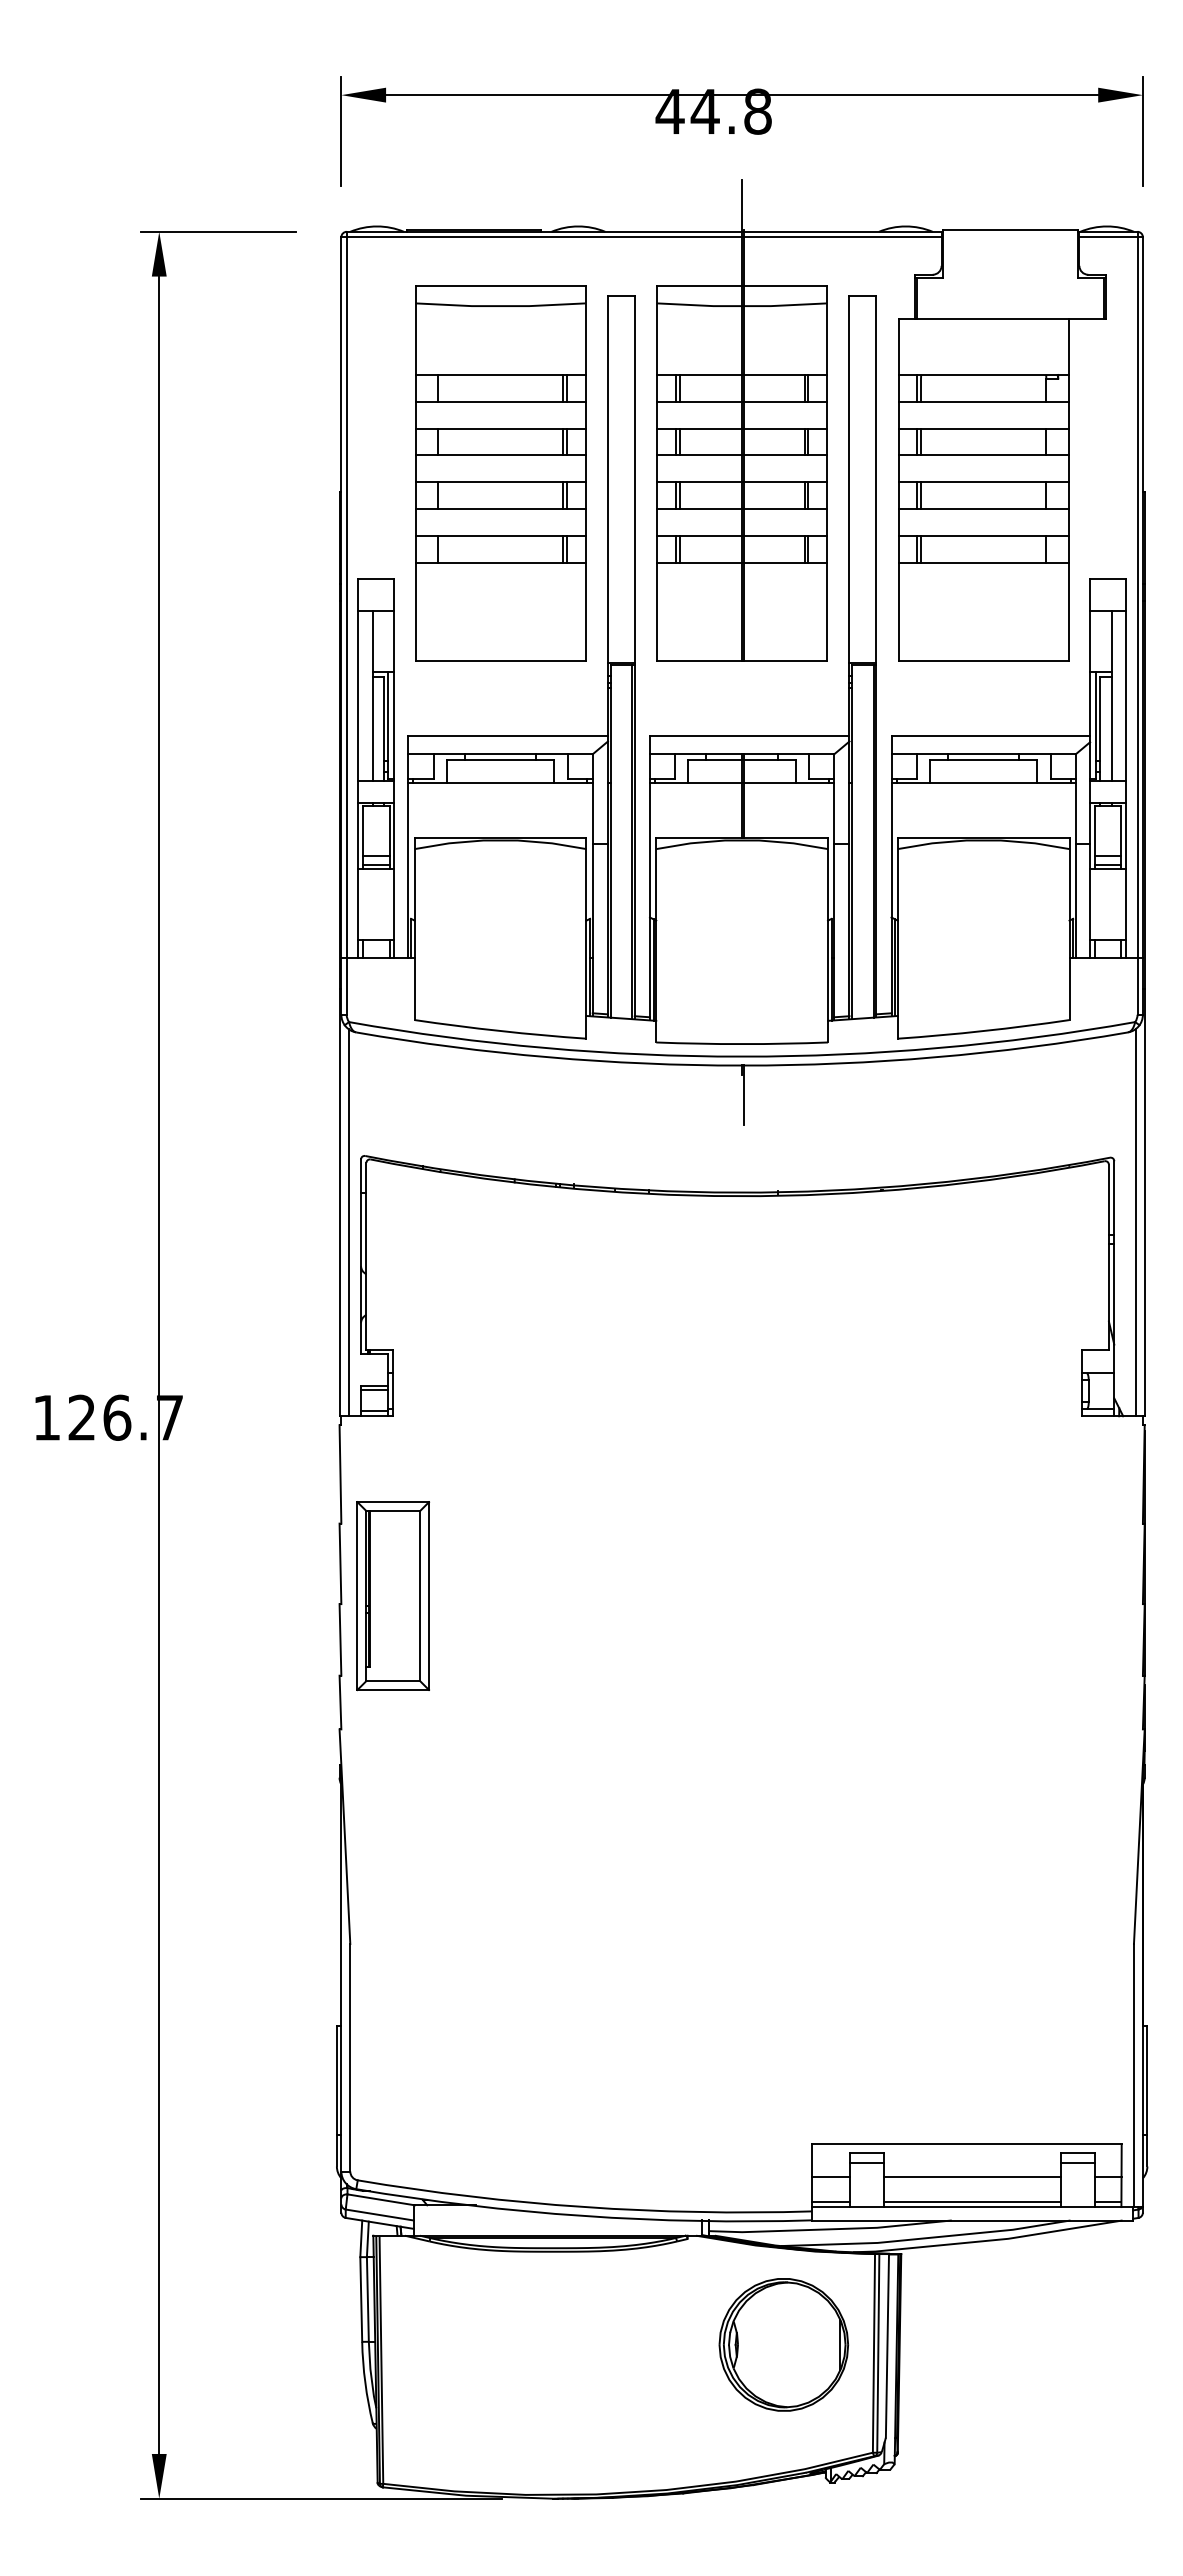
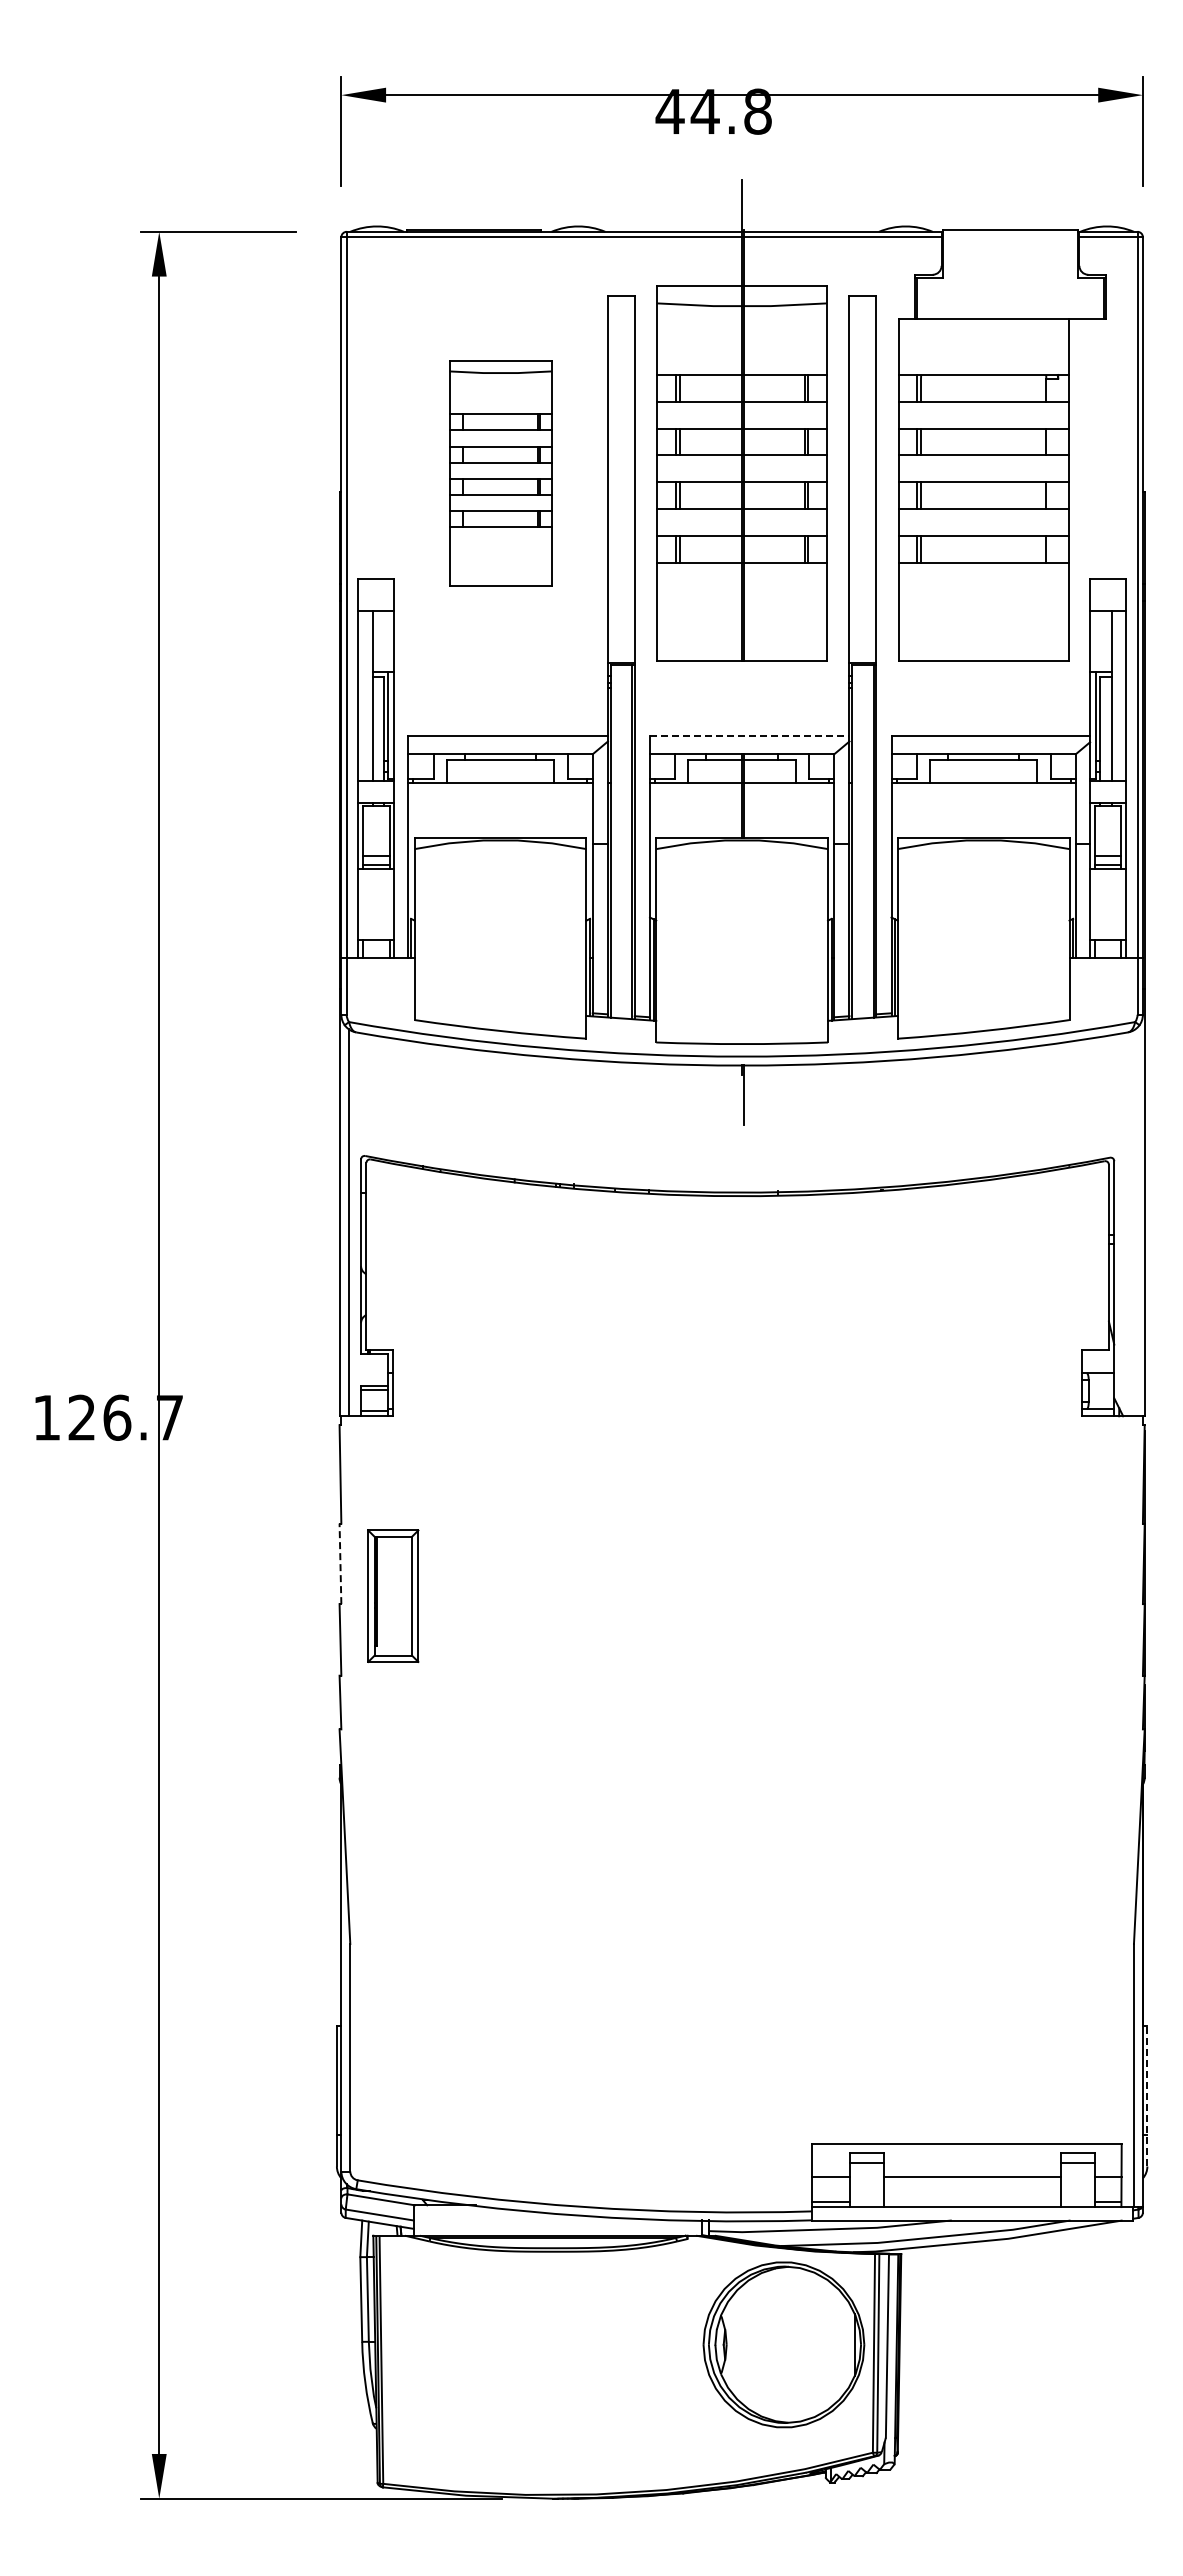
part at (500, 473) size: 172x377 px -> 104x227 px
line at (749, 736): solid -> dashed
line at (1135, 1222): present -> none
line at (340, 1563): solid -> dashed
part at (393, 1596) size: 75x191 px -> 53x134 px
line at (1147, 2096): solid -> dashed
line at (972, 2201): present -> none
part at (783, 2344) size: 131x134 px -> 164x168 px
